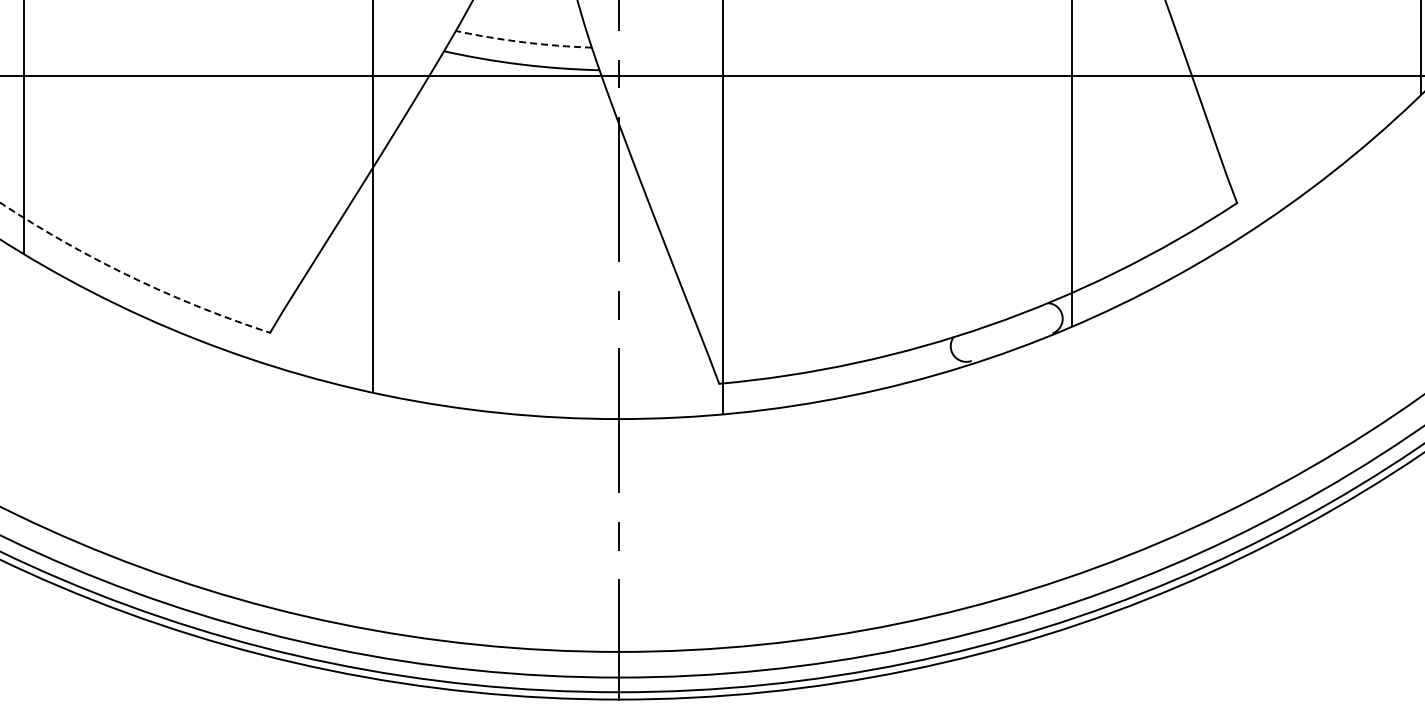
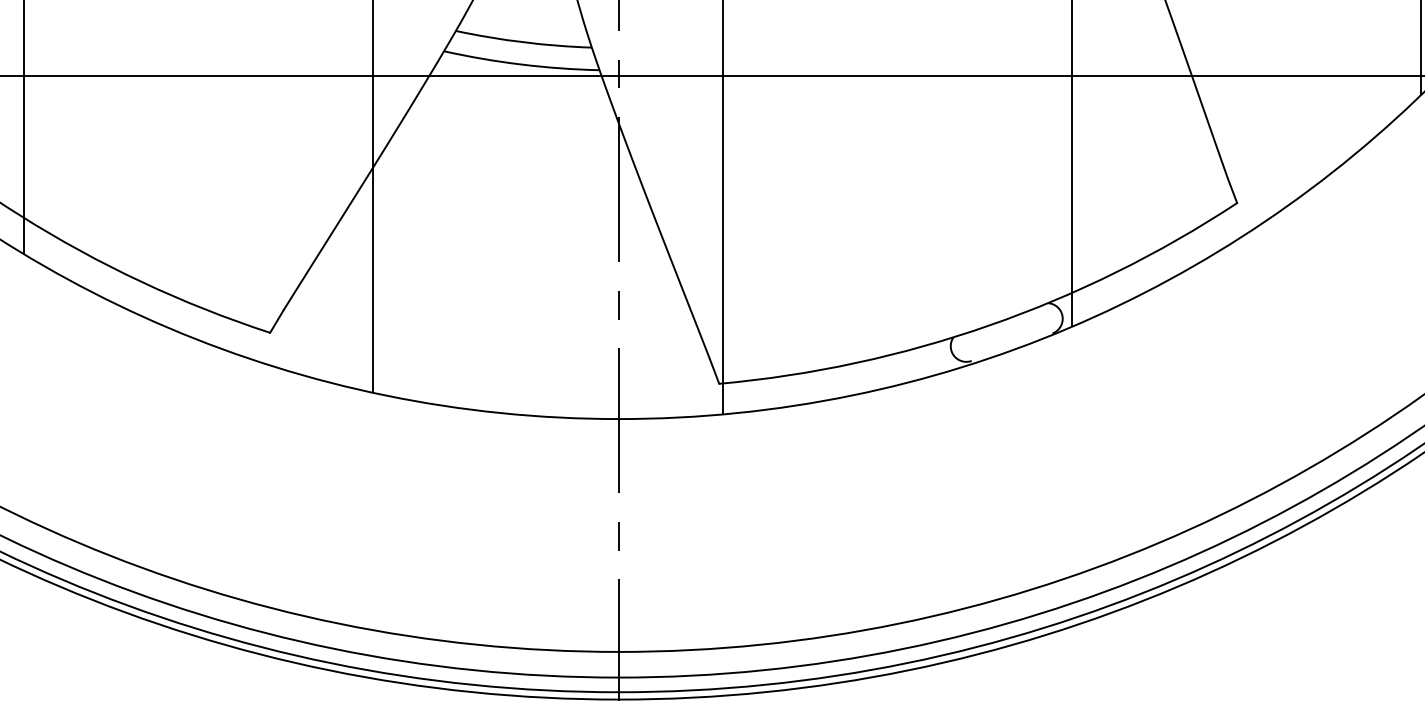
arc at (523, 42): dashed -> solid
arc at (134, 278): dashed -> solid
